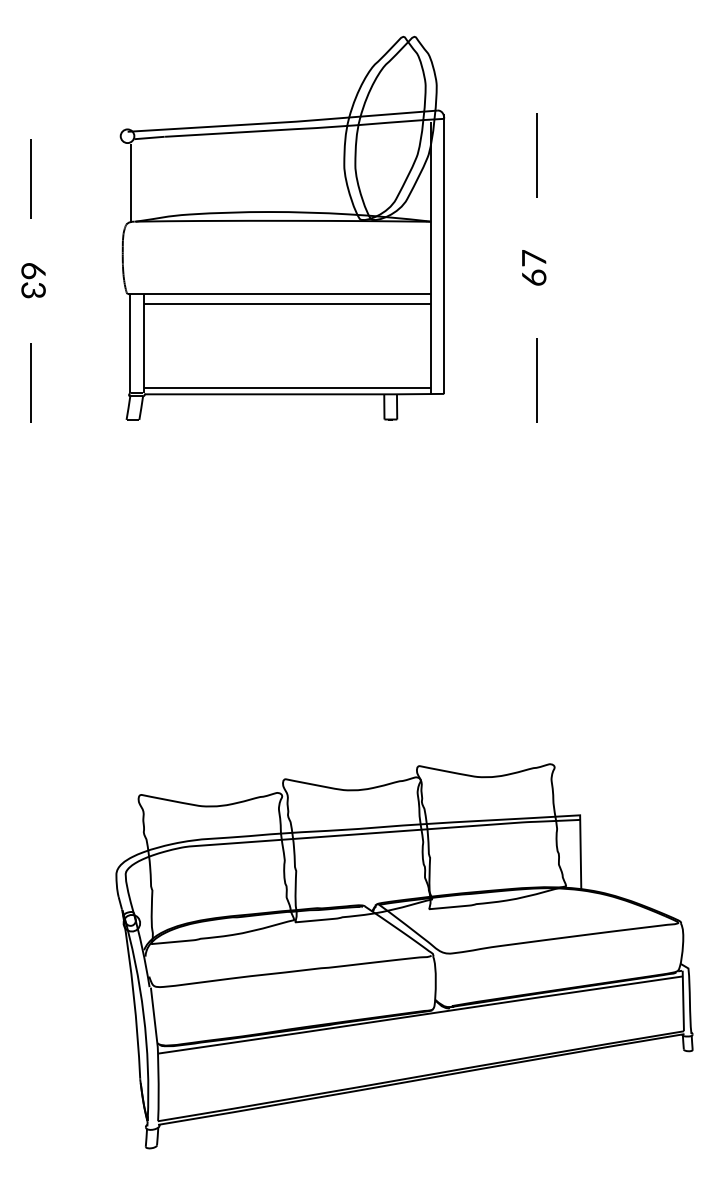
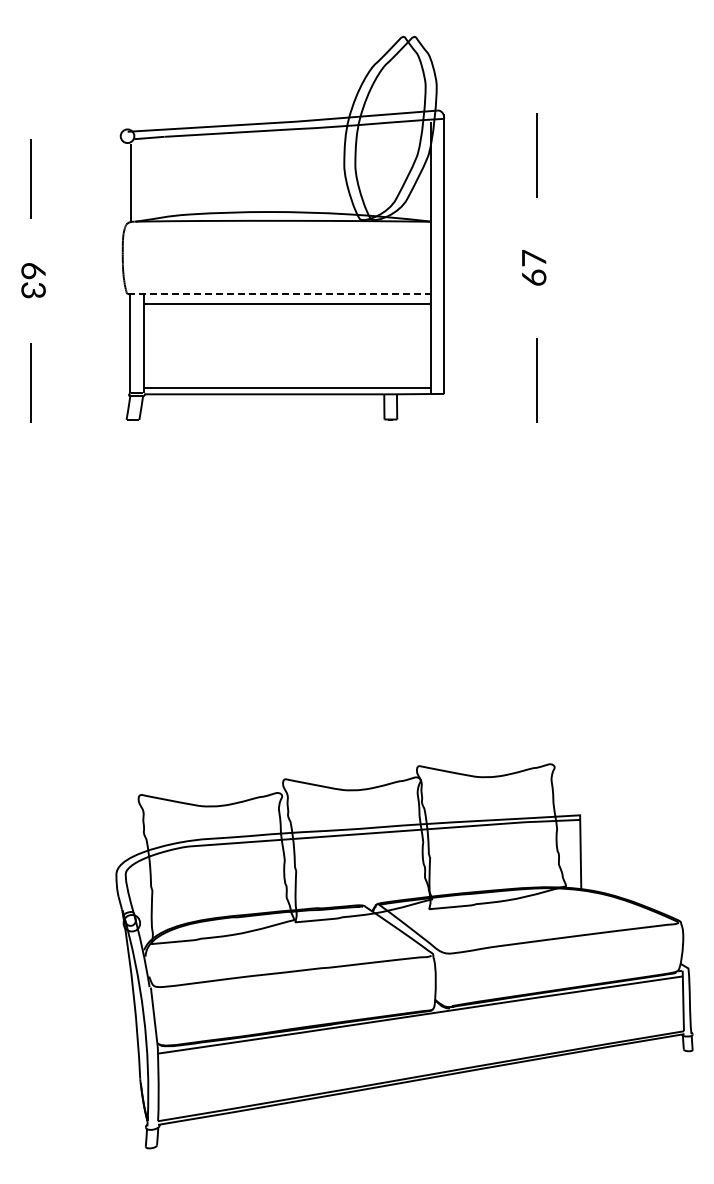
line at (280, 294): solid -> dashed
